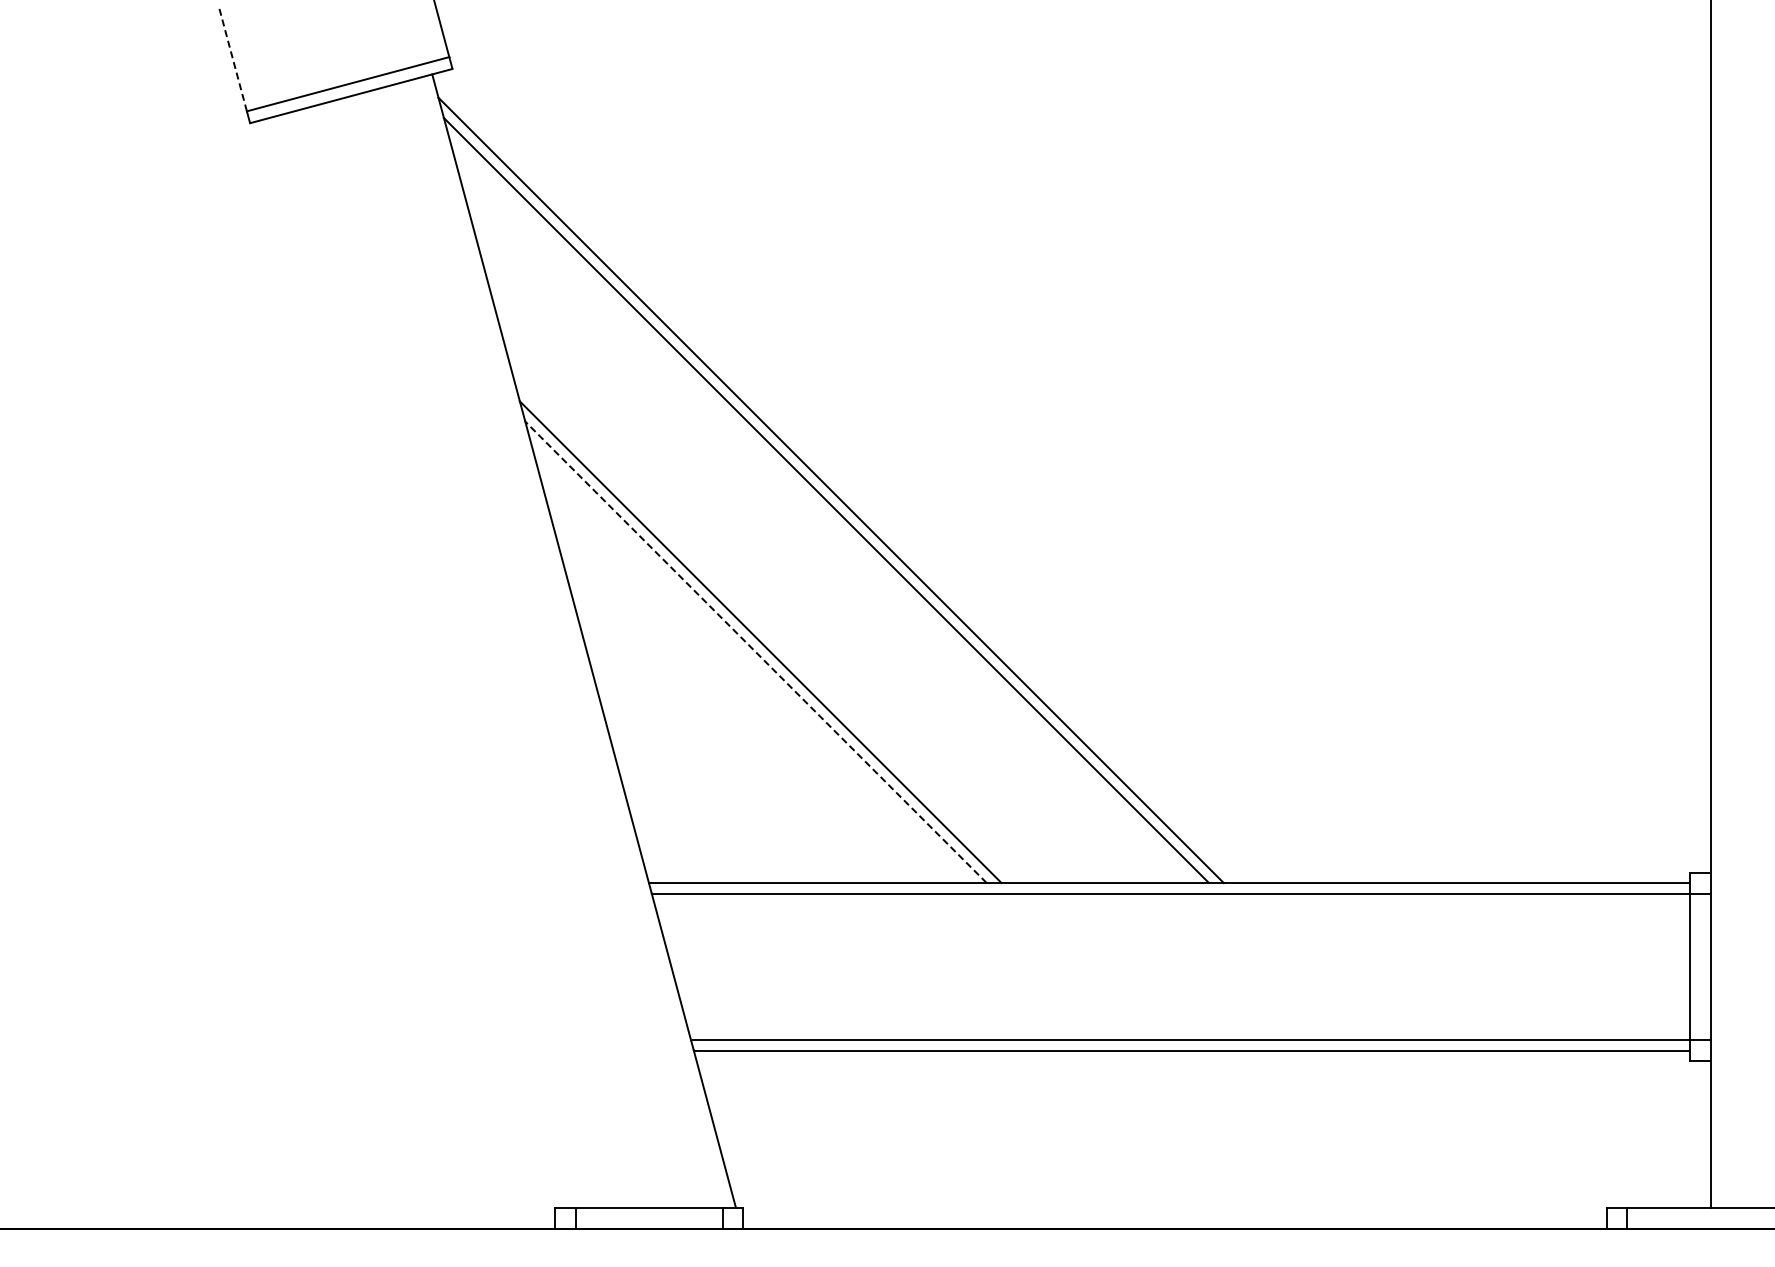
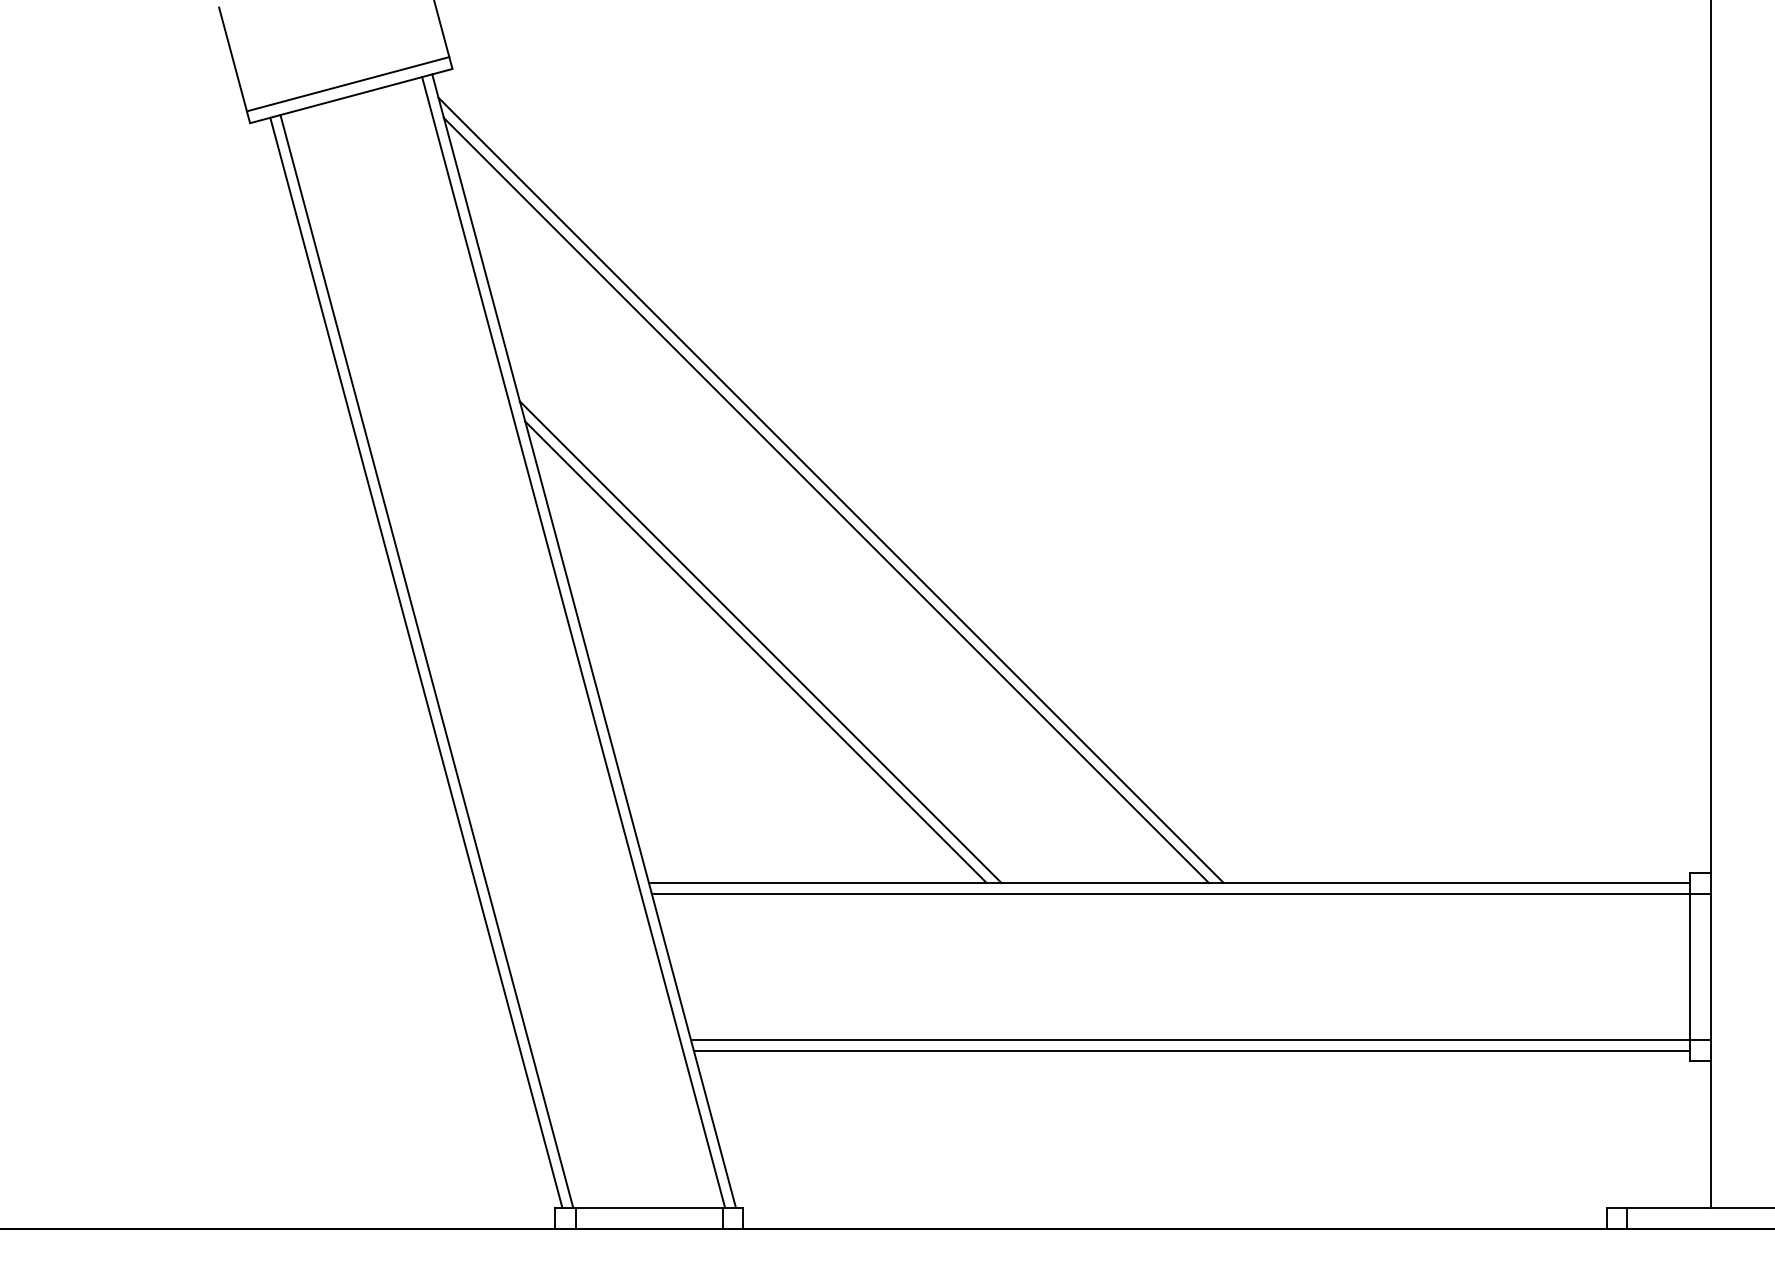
line at (233, 59): dashed -> solid
line at (573, 642): none -> present
line at (755, 651): dashed -> solid
line at (426, 661): none -> present
line at (416, 662): none -> present
